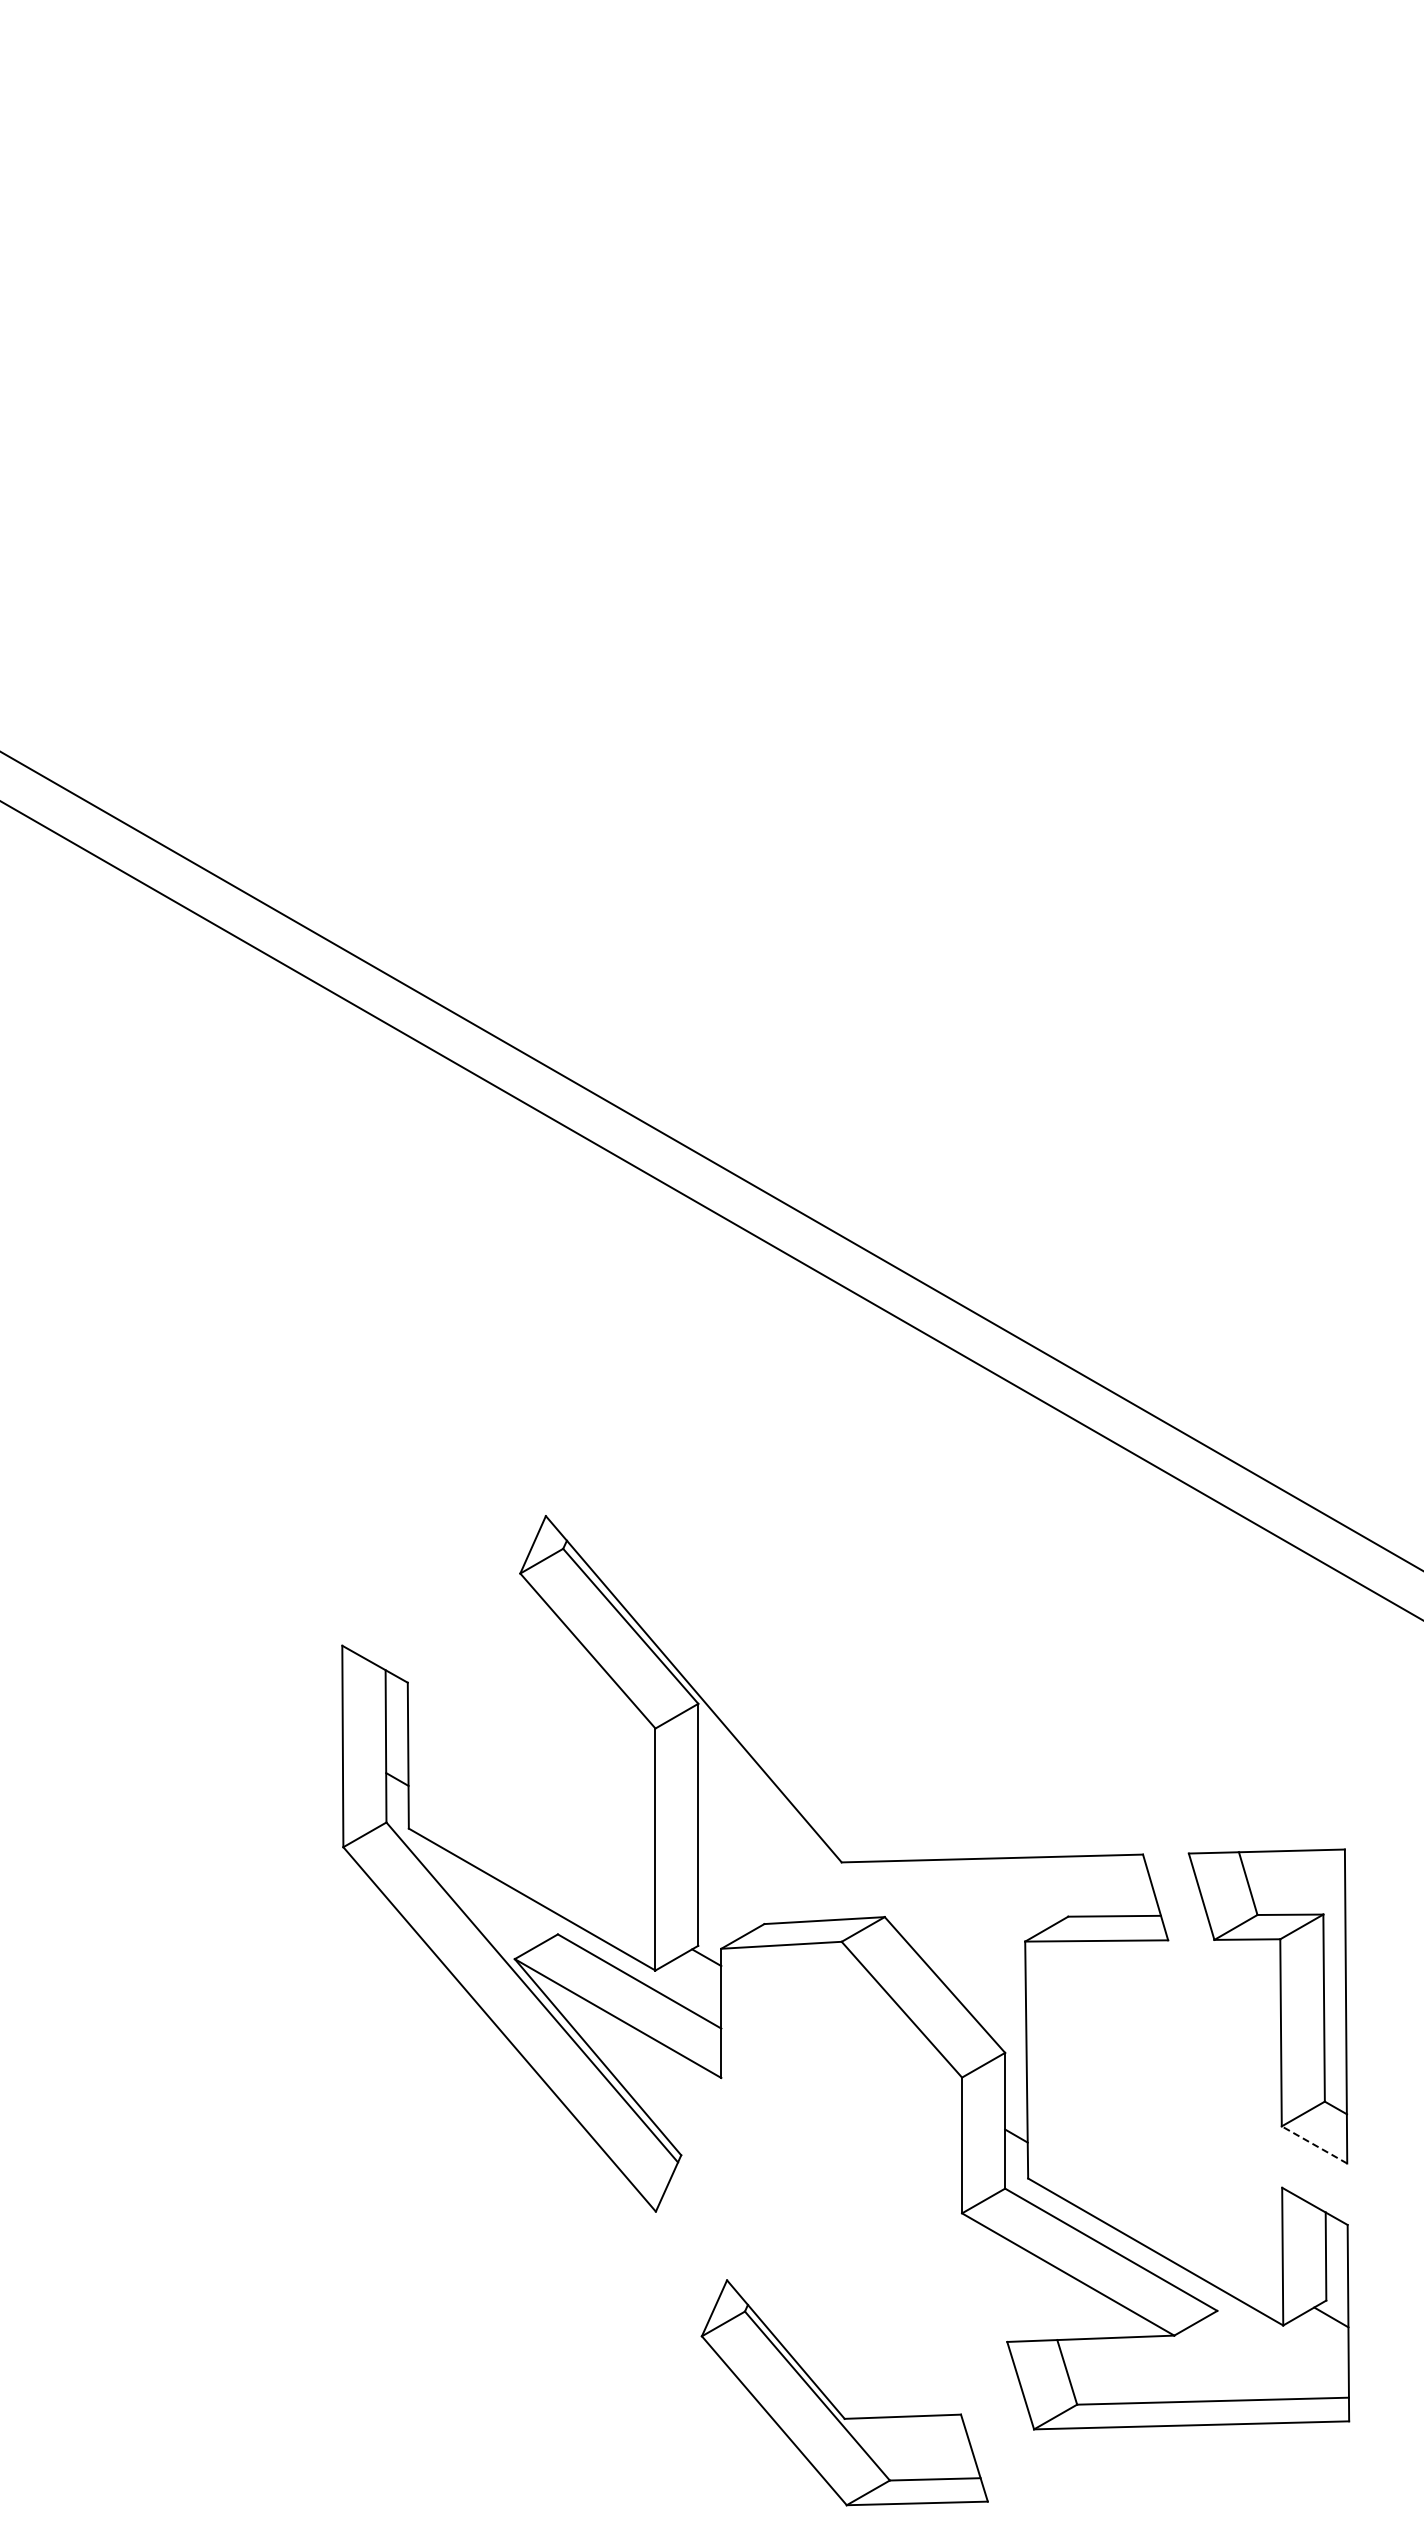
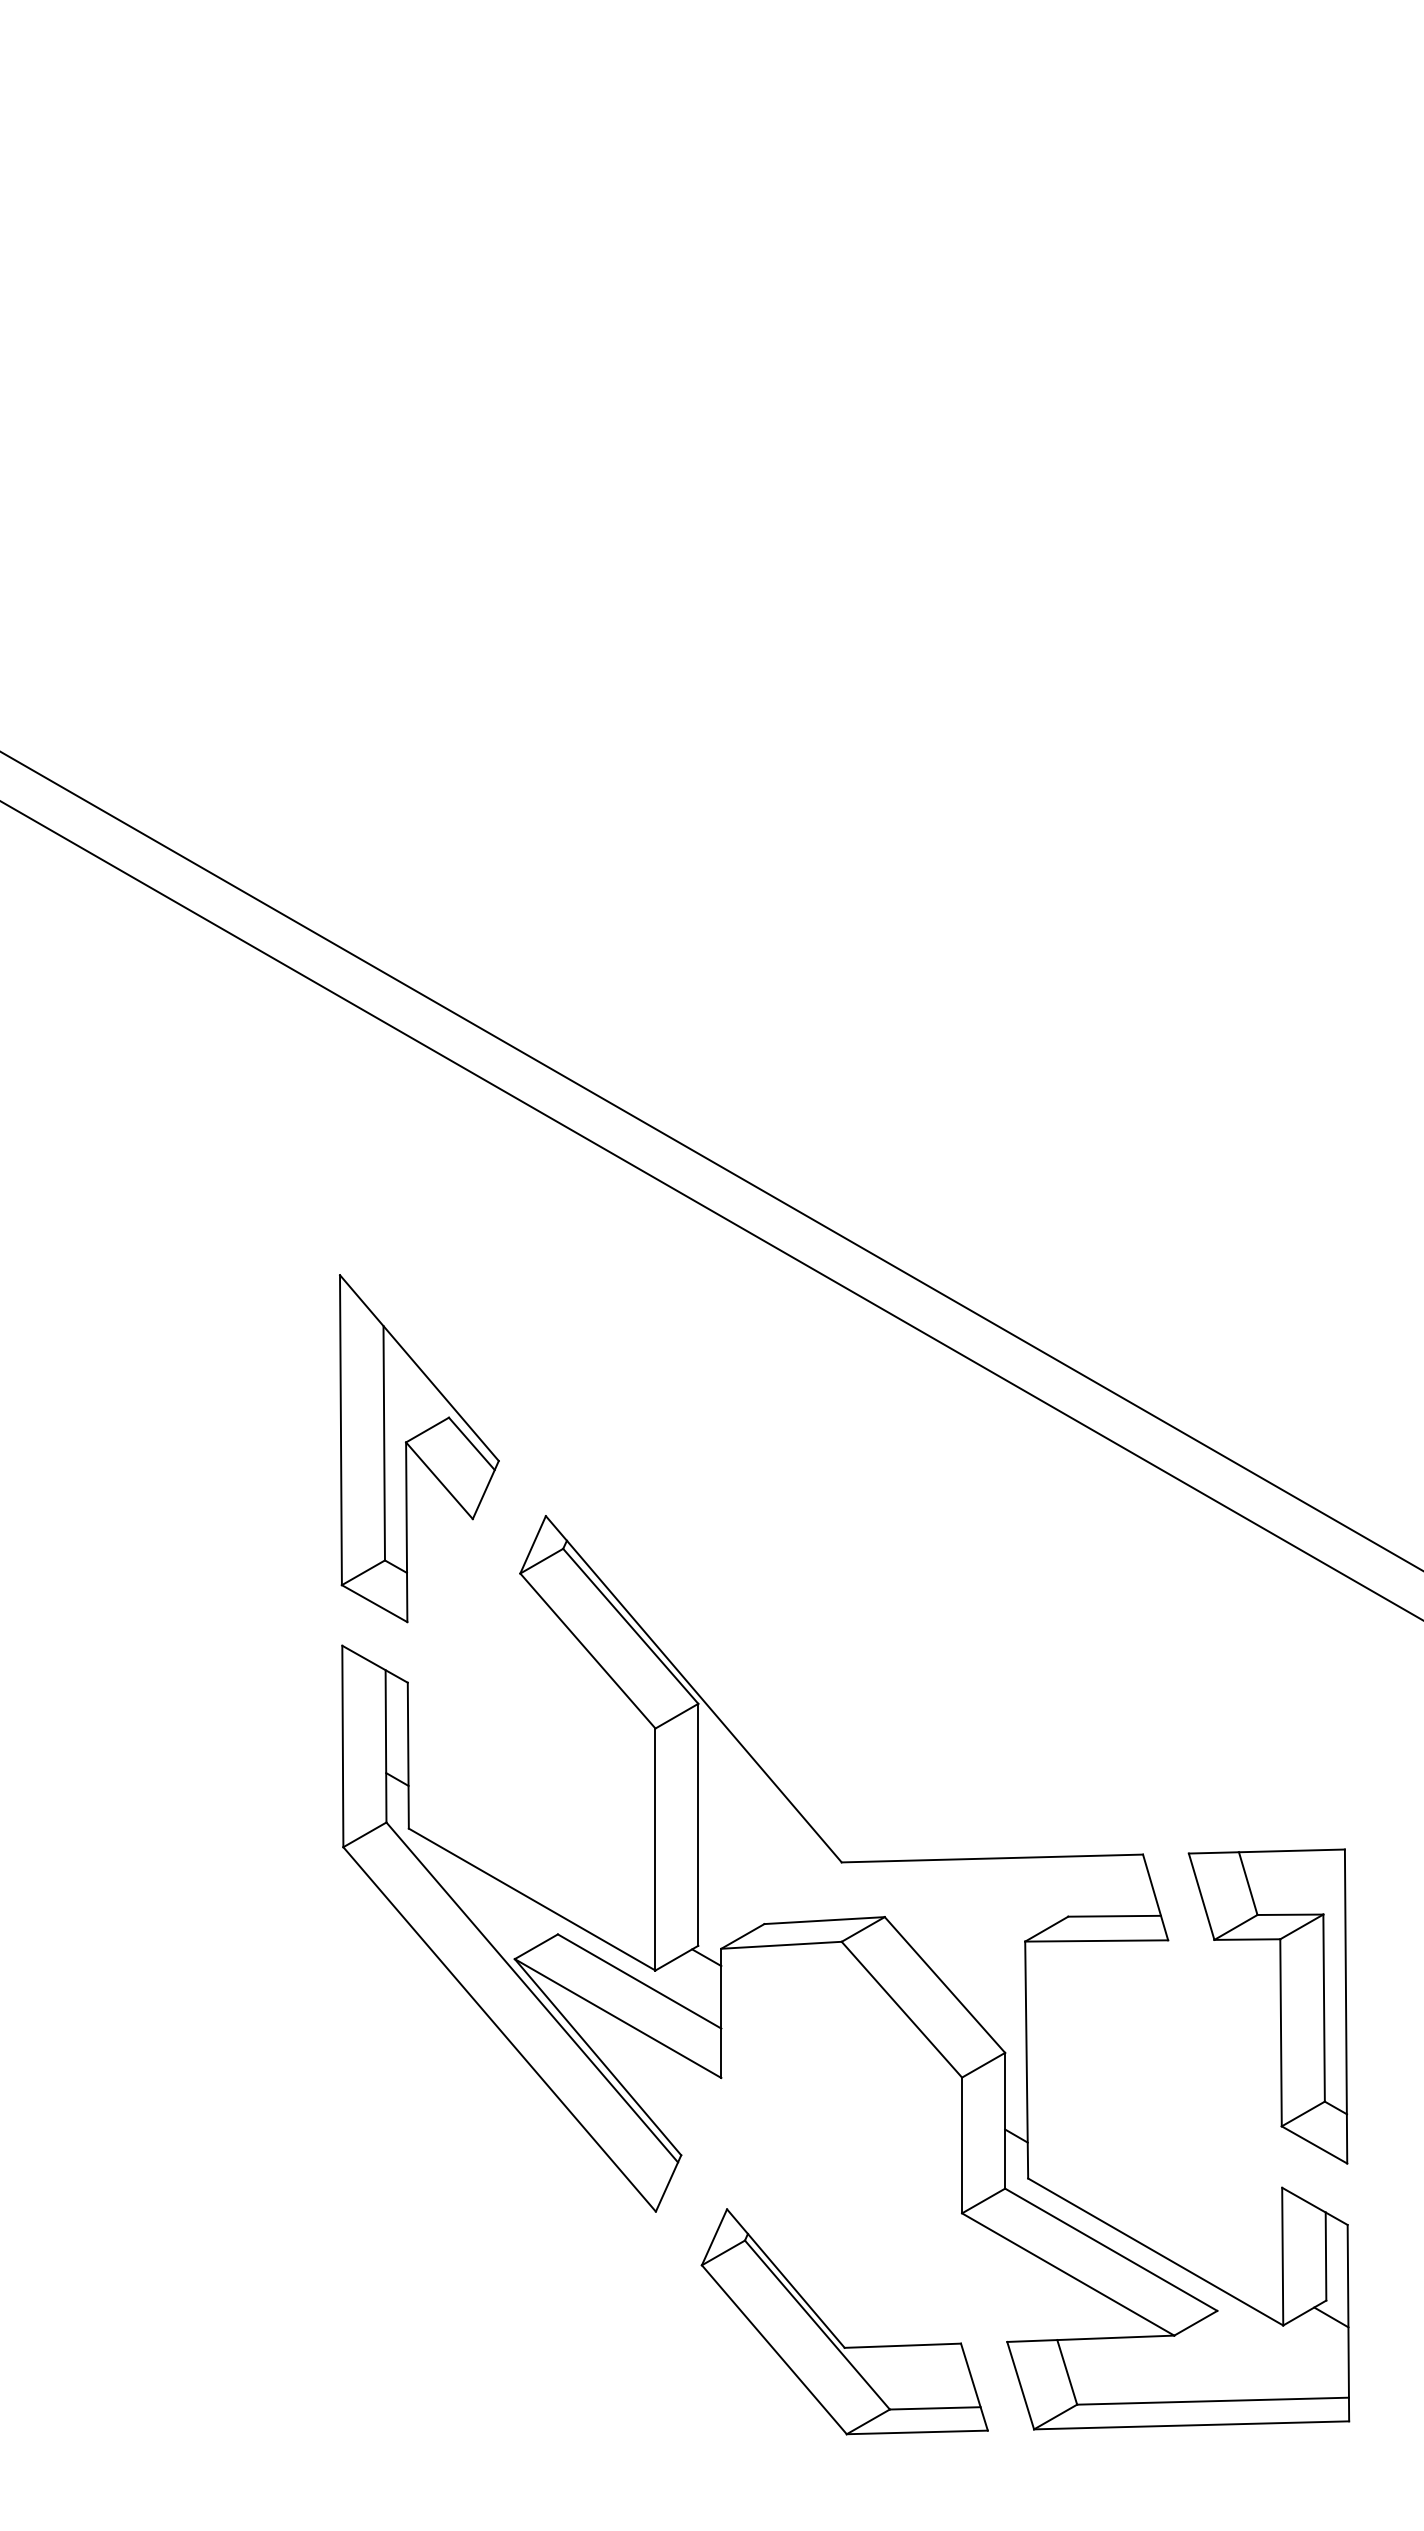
part at (419, 1448): none -> present
line at (1314, 2144): dashed -> solid
part at (832, 2402) position: (832, 2402) -> (832, 2331)
